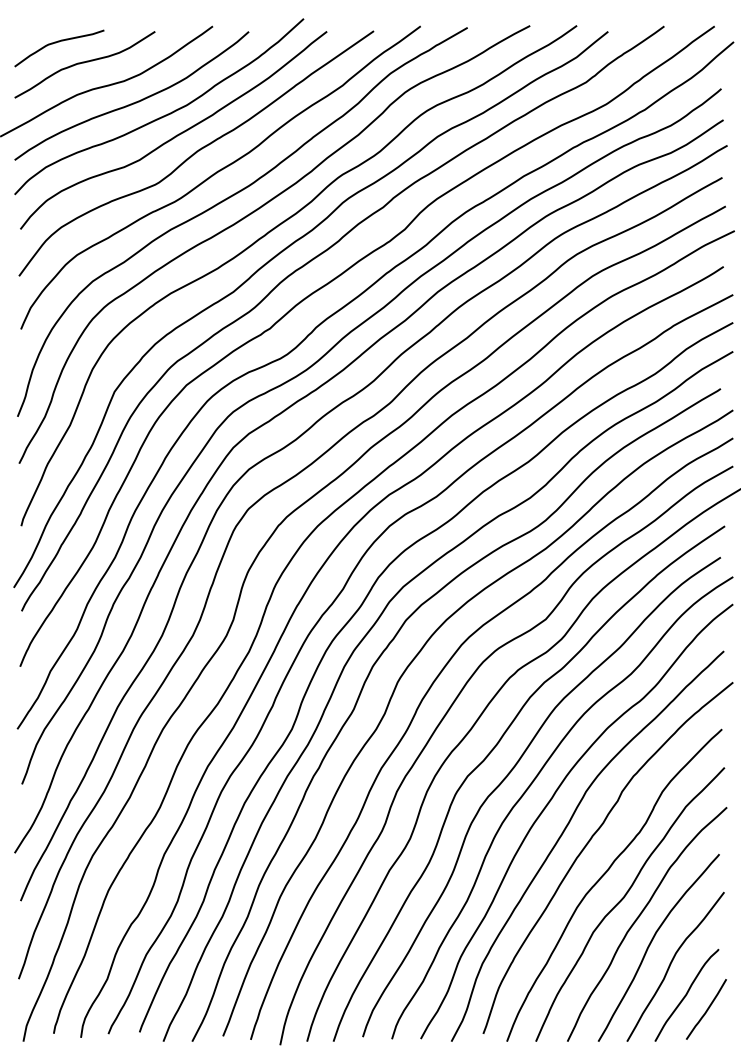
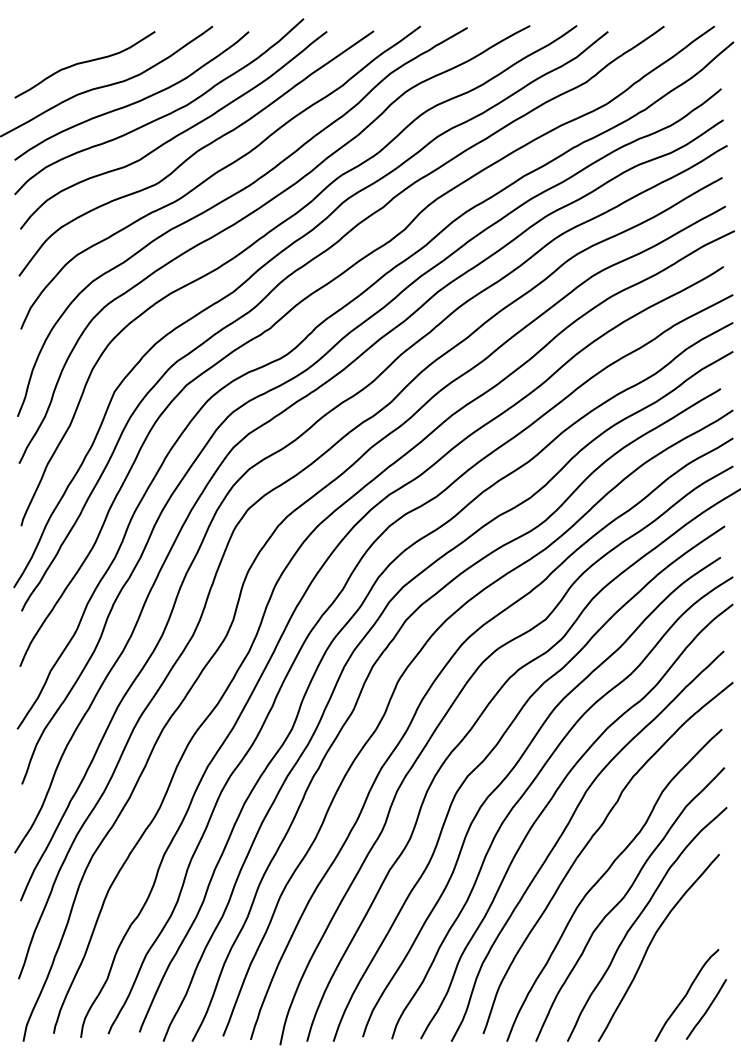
curve at (56, 43): present -> none
curve at (671, 964): present -> none
